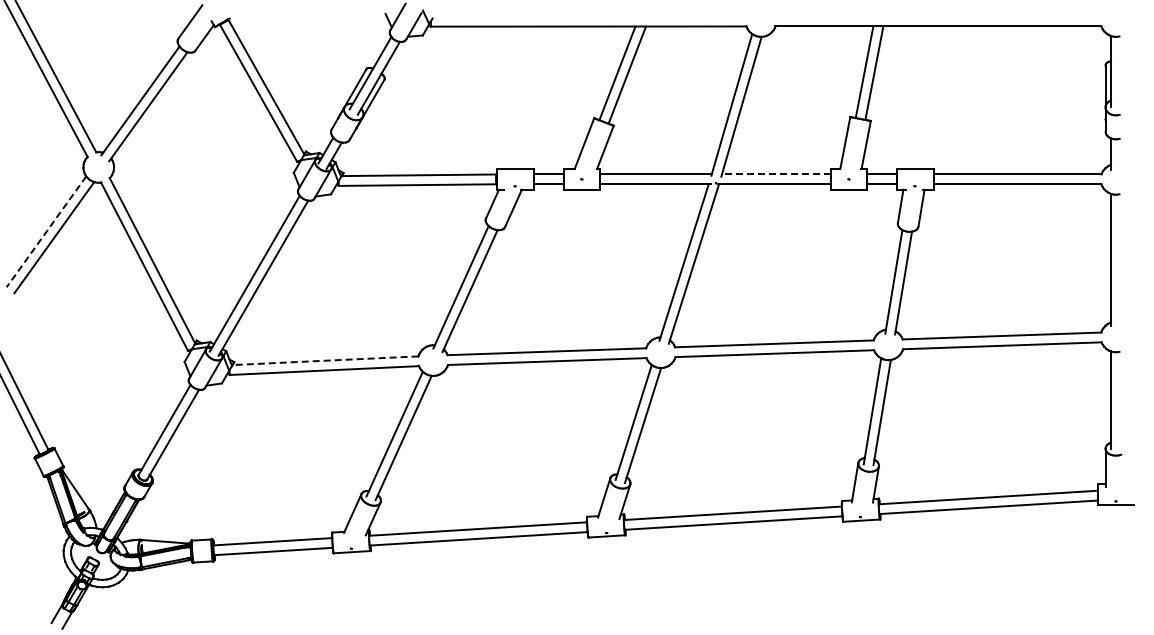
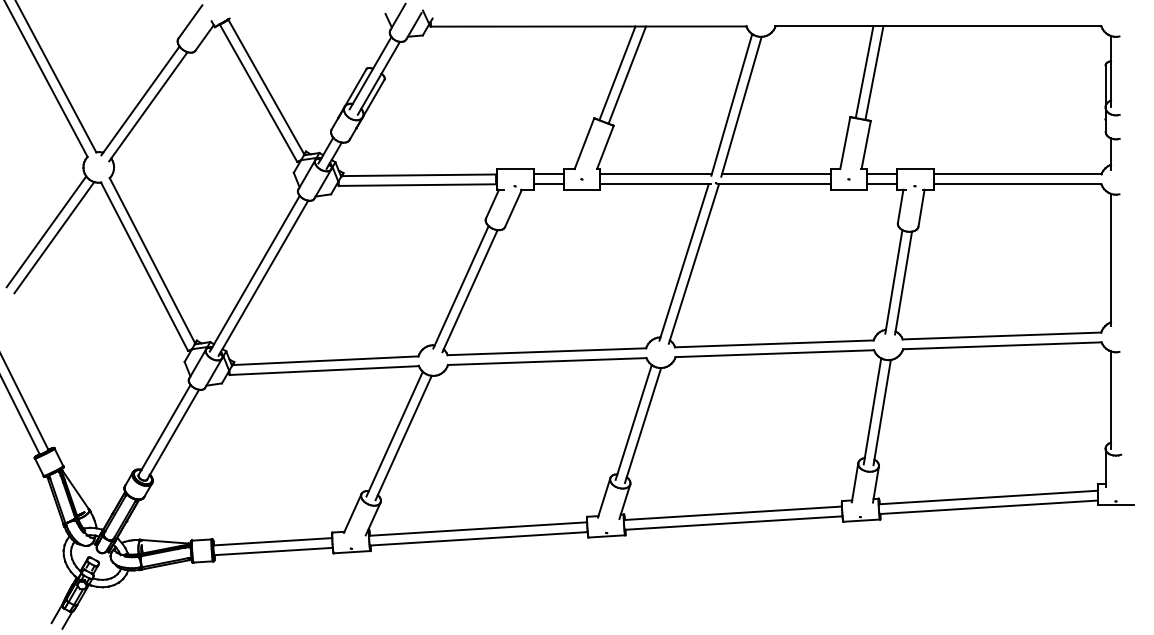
line at (775, 174): dashed -> solid
line at (46, 232): dashed -> solid
line at (325, 360): dashed -> solid
